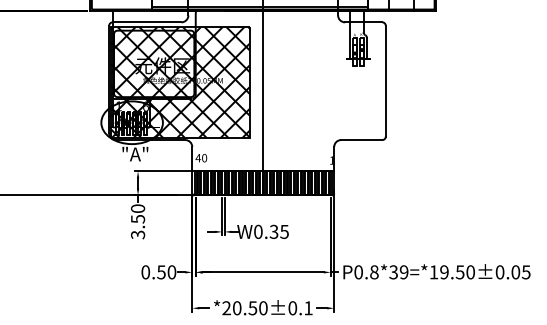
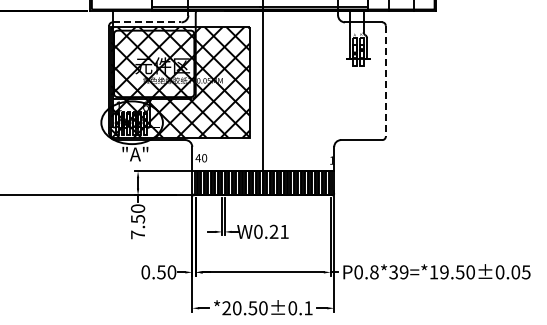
line at (147, 22): solid -> dashed
line at (385, 81): solid -> dashed
text at (278, 231): W0.35 -> W0.21
text at (138, 234): 3.50 -> 7.50
